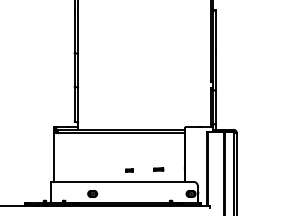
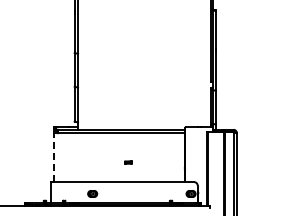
line at (54, 157): solid -> dashed
part at (158, 169): present -> none
part at (129, 170) position: (129, 170) -> (128, 162)
